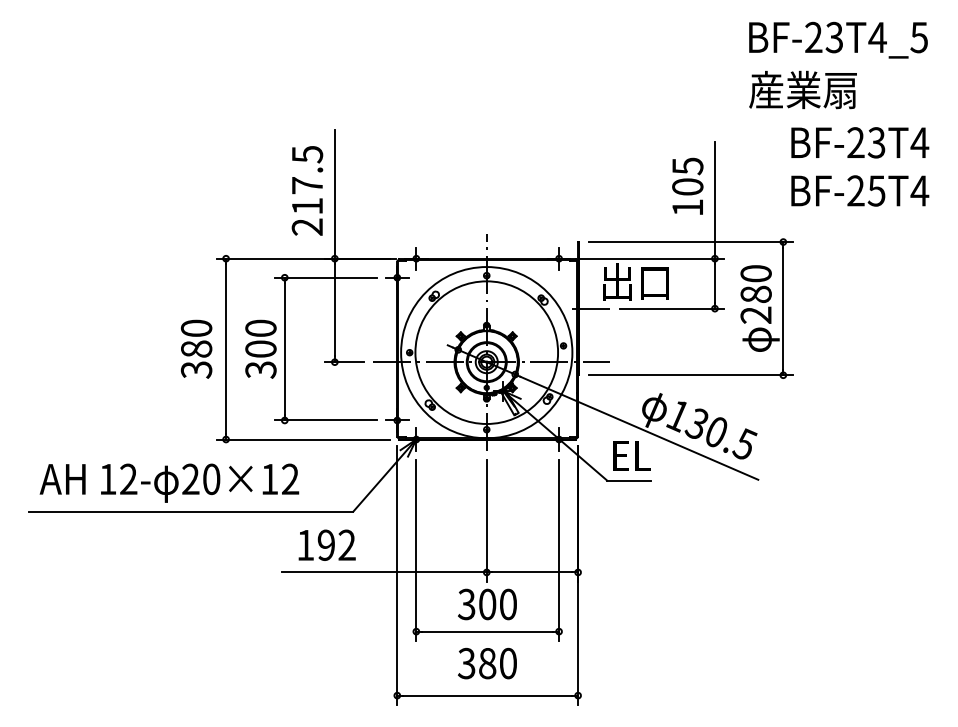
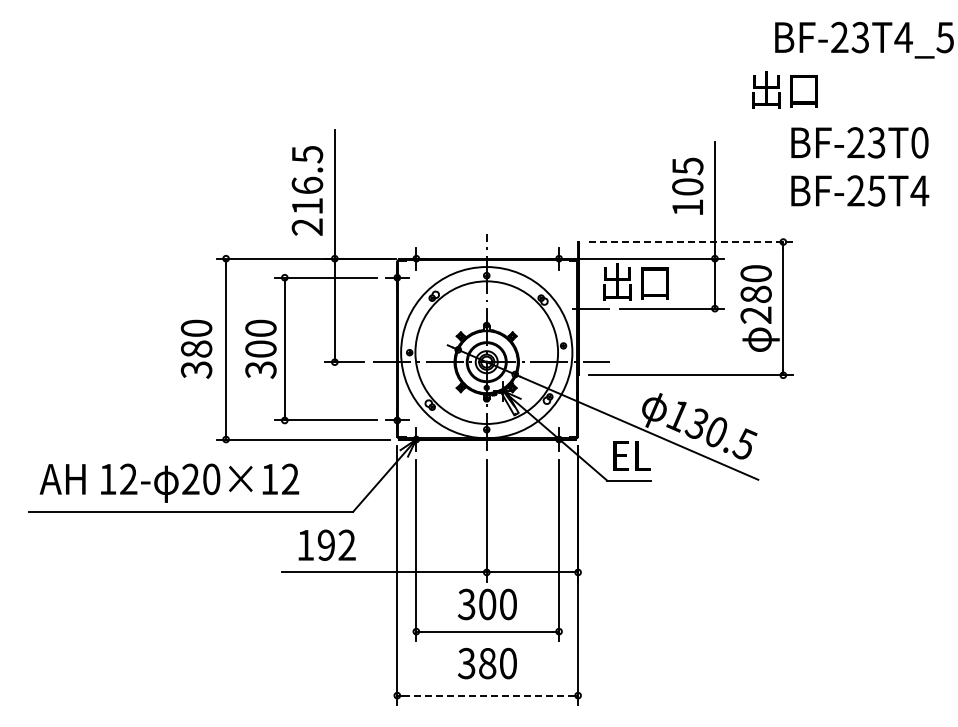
text at (838, 39) position: (838, 39) -> (864, 39)
text at (802, 89): 産業扇 -> 出口
text at (919, 142): BF-23T4 -> BF-23T0
text at (307, 185): 217.5 -> 216.5
line at (691, 242): solid -> dashed
line at (487, 695): solid -> dashed
